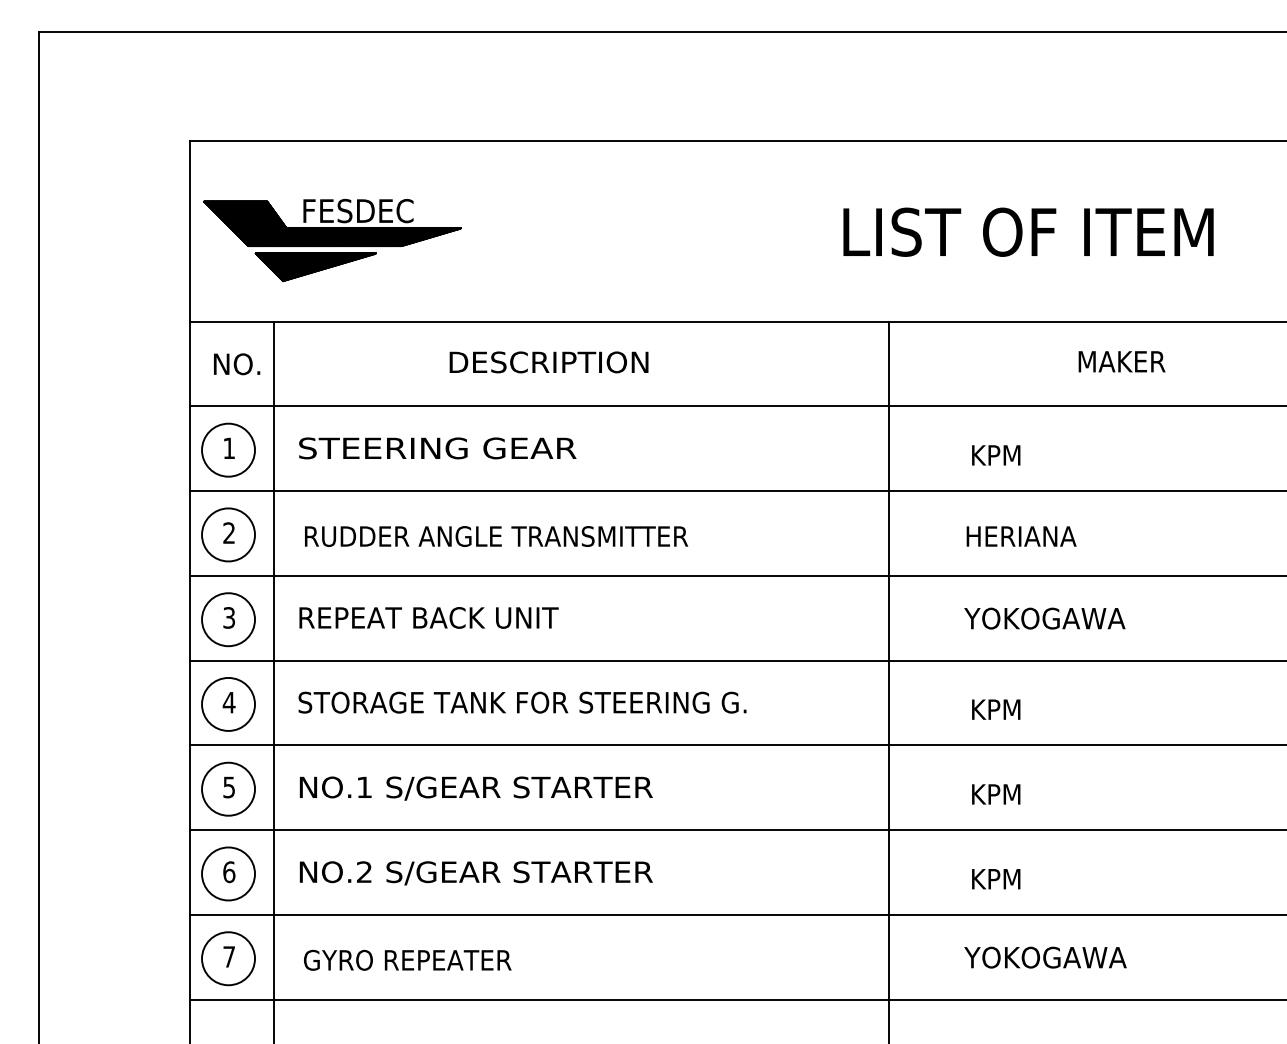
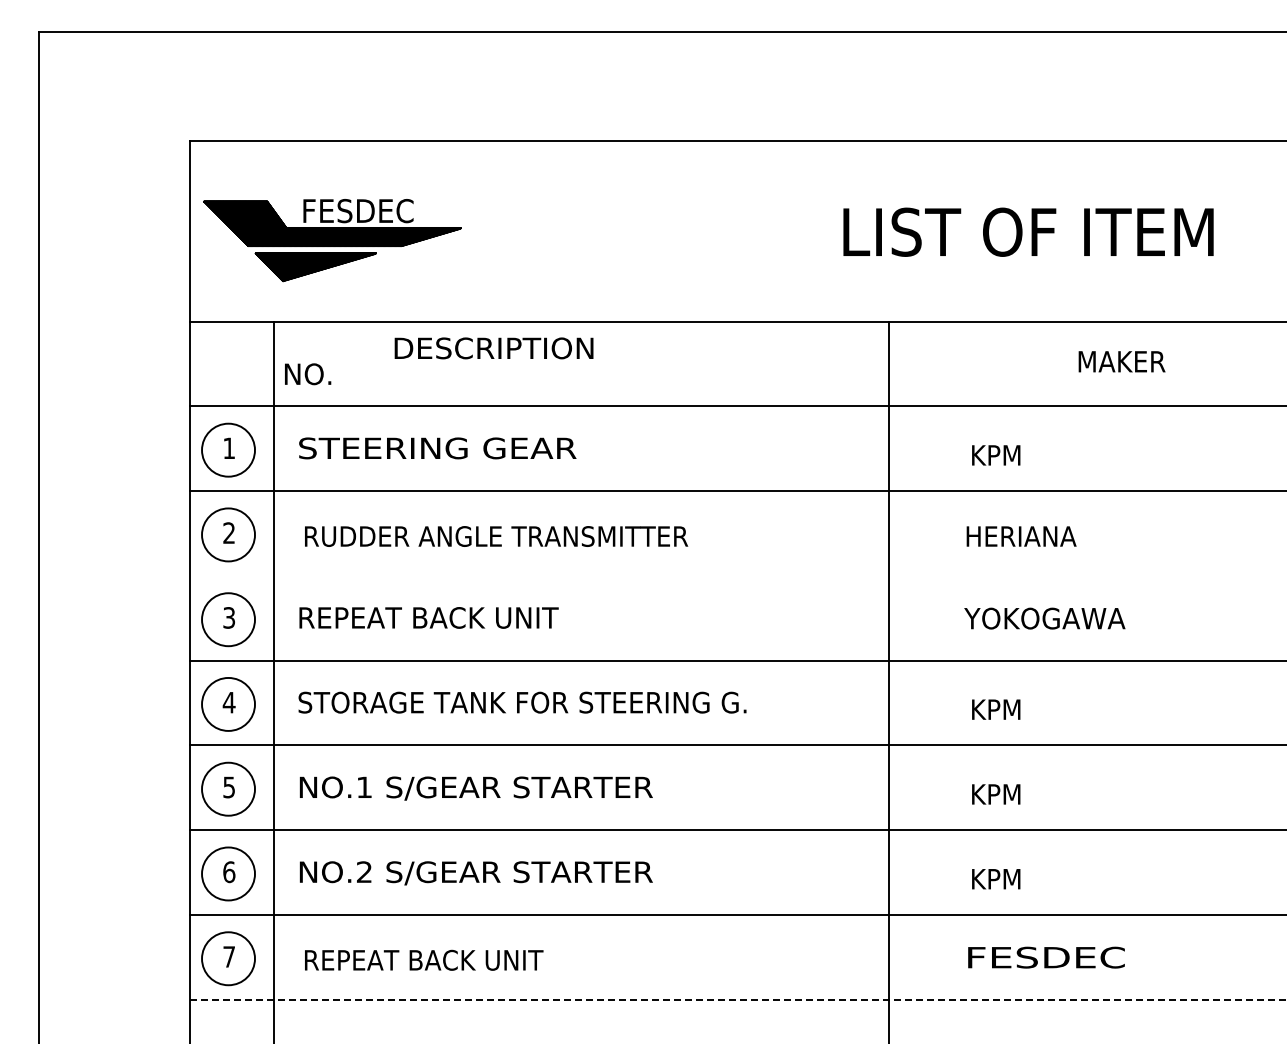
text at (548, 362) position: (548, 362) -> (493, 348)
text at (237, 364) position: (237, 364) -> (308, 374)
line at (736, 575): present -> none
text at (1045, 957): YOKOGAWA -> FESDEC
text at (423, 959): GYRO REPEATER -> REPEAT BACK UNIT
line at (738, 999): solid -> dashed
